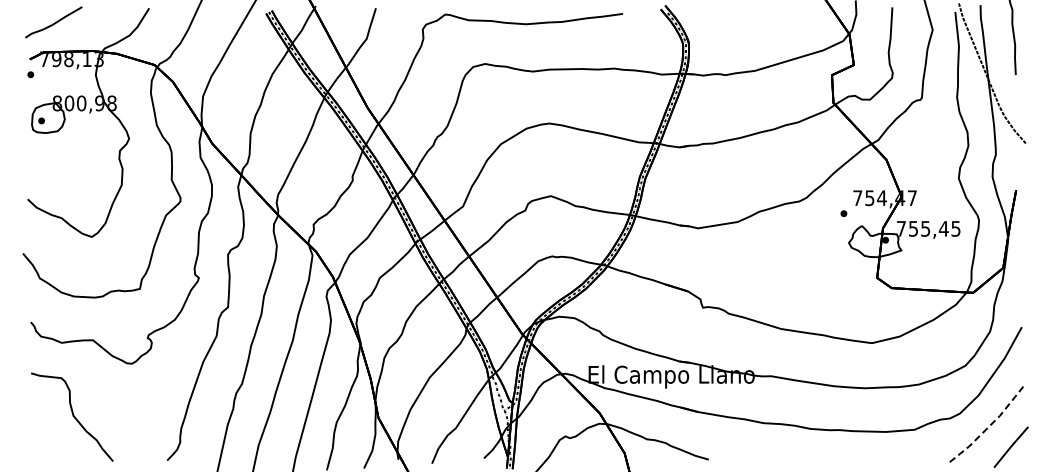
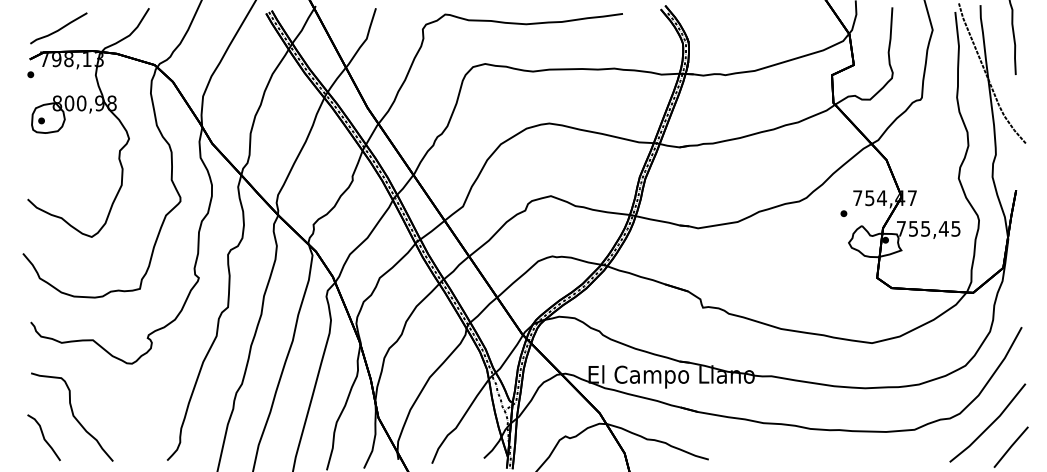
curve at (54, 22) position: (54, 22) -> (59, 28)
line at (990, 425): dashed -> solid
curve at (43, 437): none -> present
